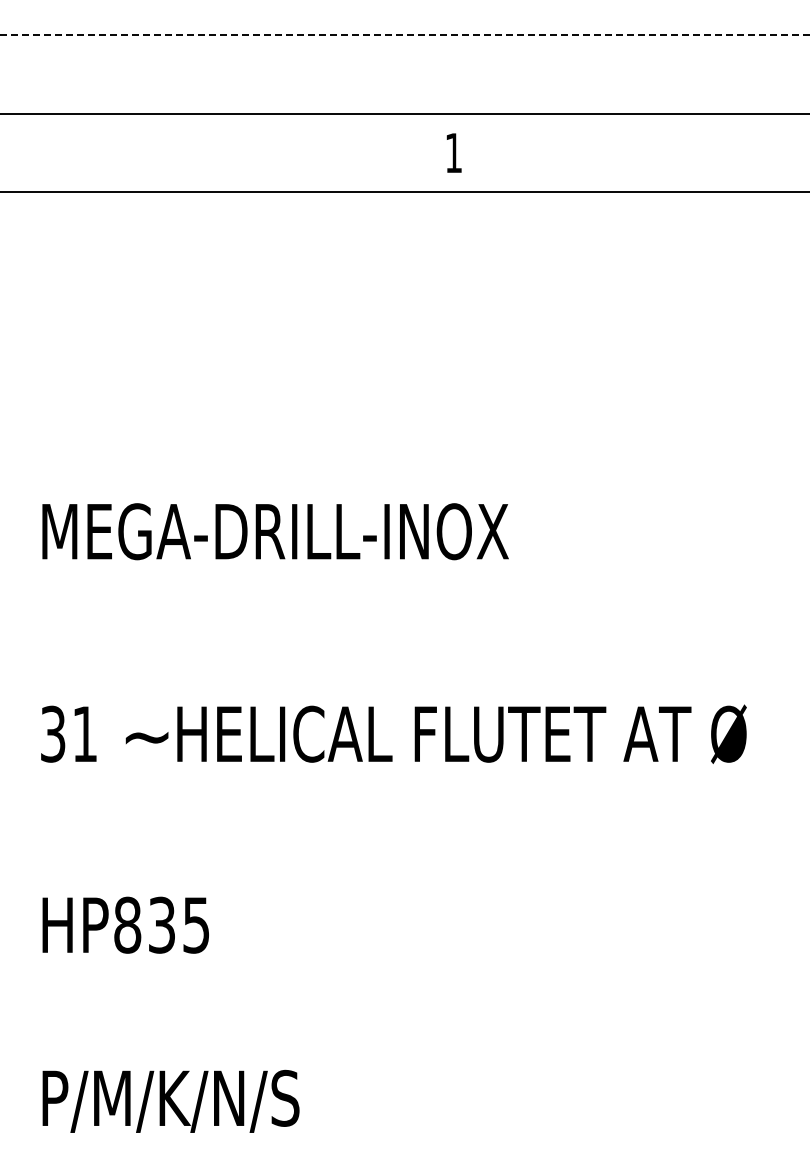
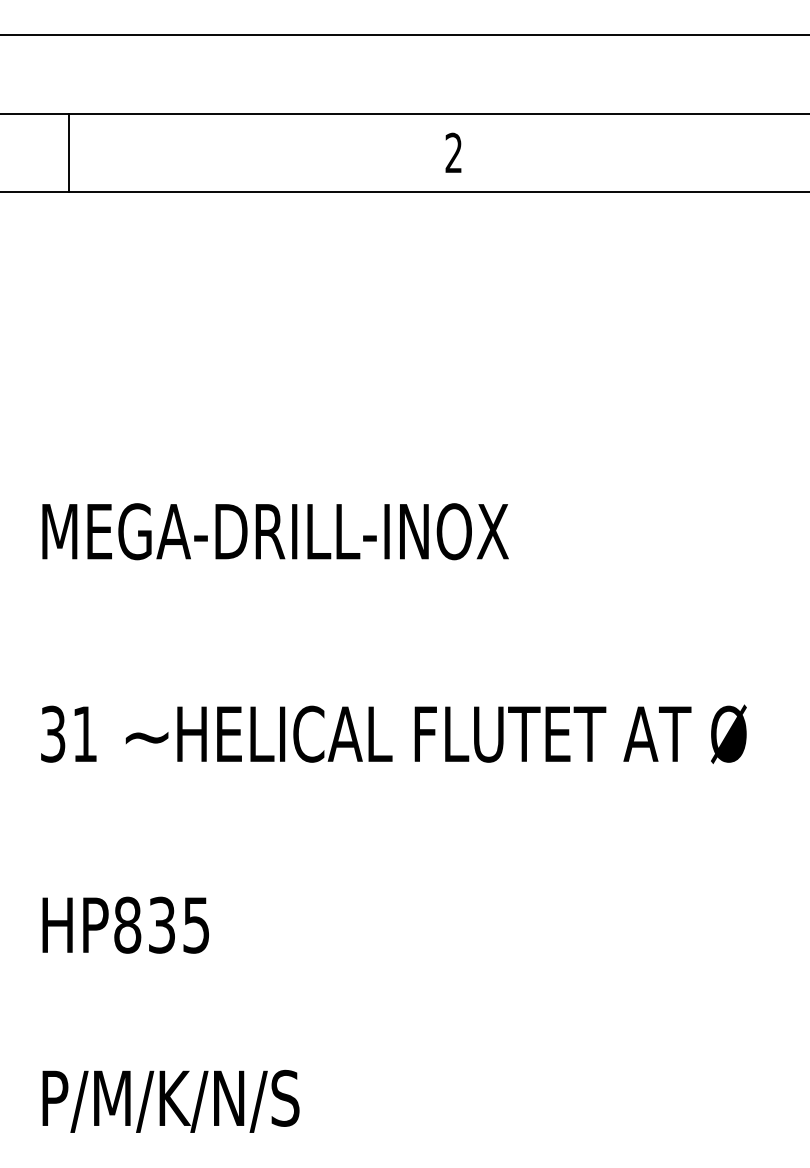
line at (405, 35): dashed -> solid
line at (68, 152): none -> present
text at (453, 152): 1 -> 2
